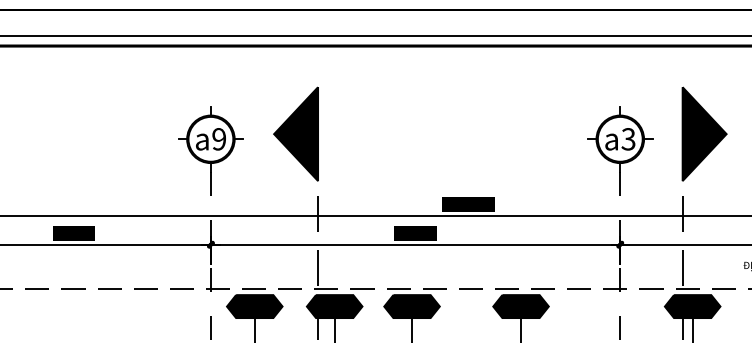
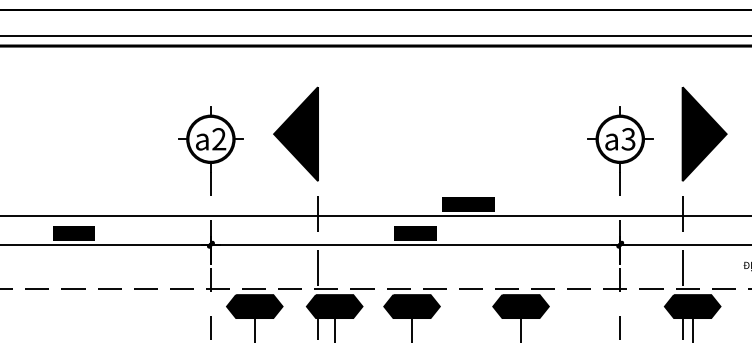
text at (219, 139): a9 -> a2
